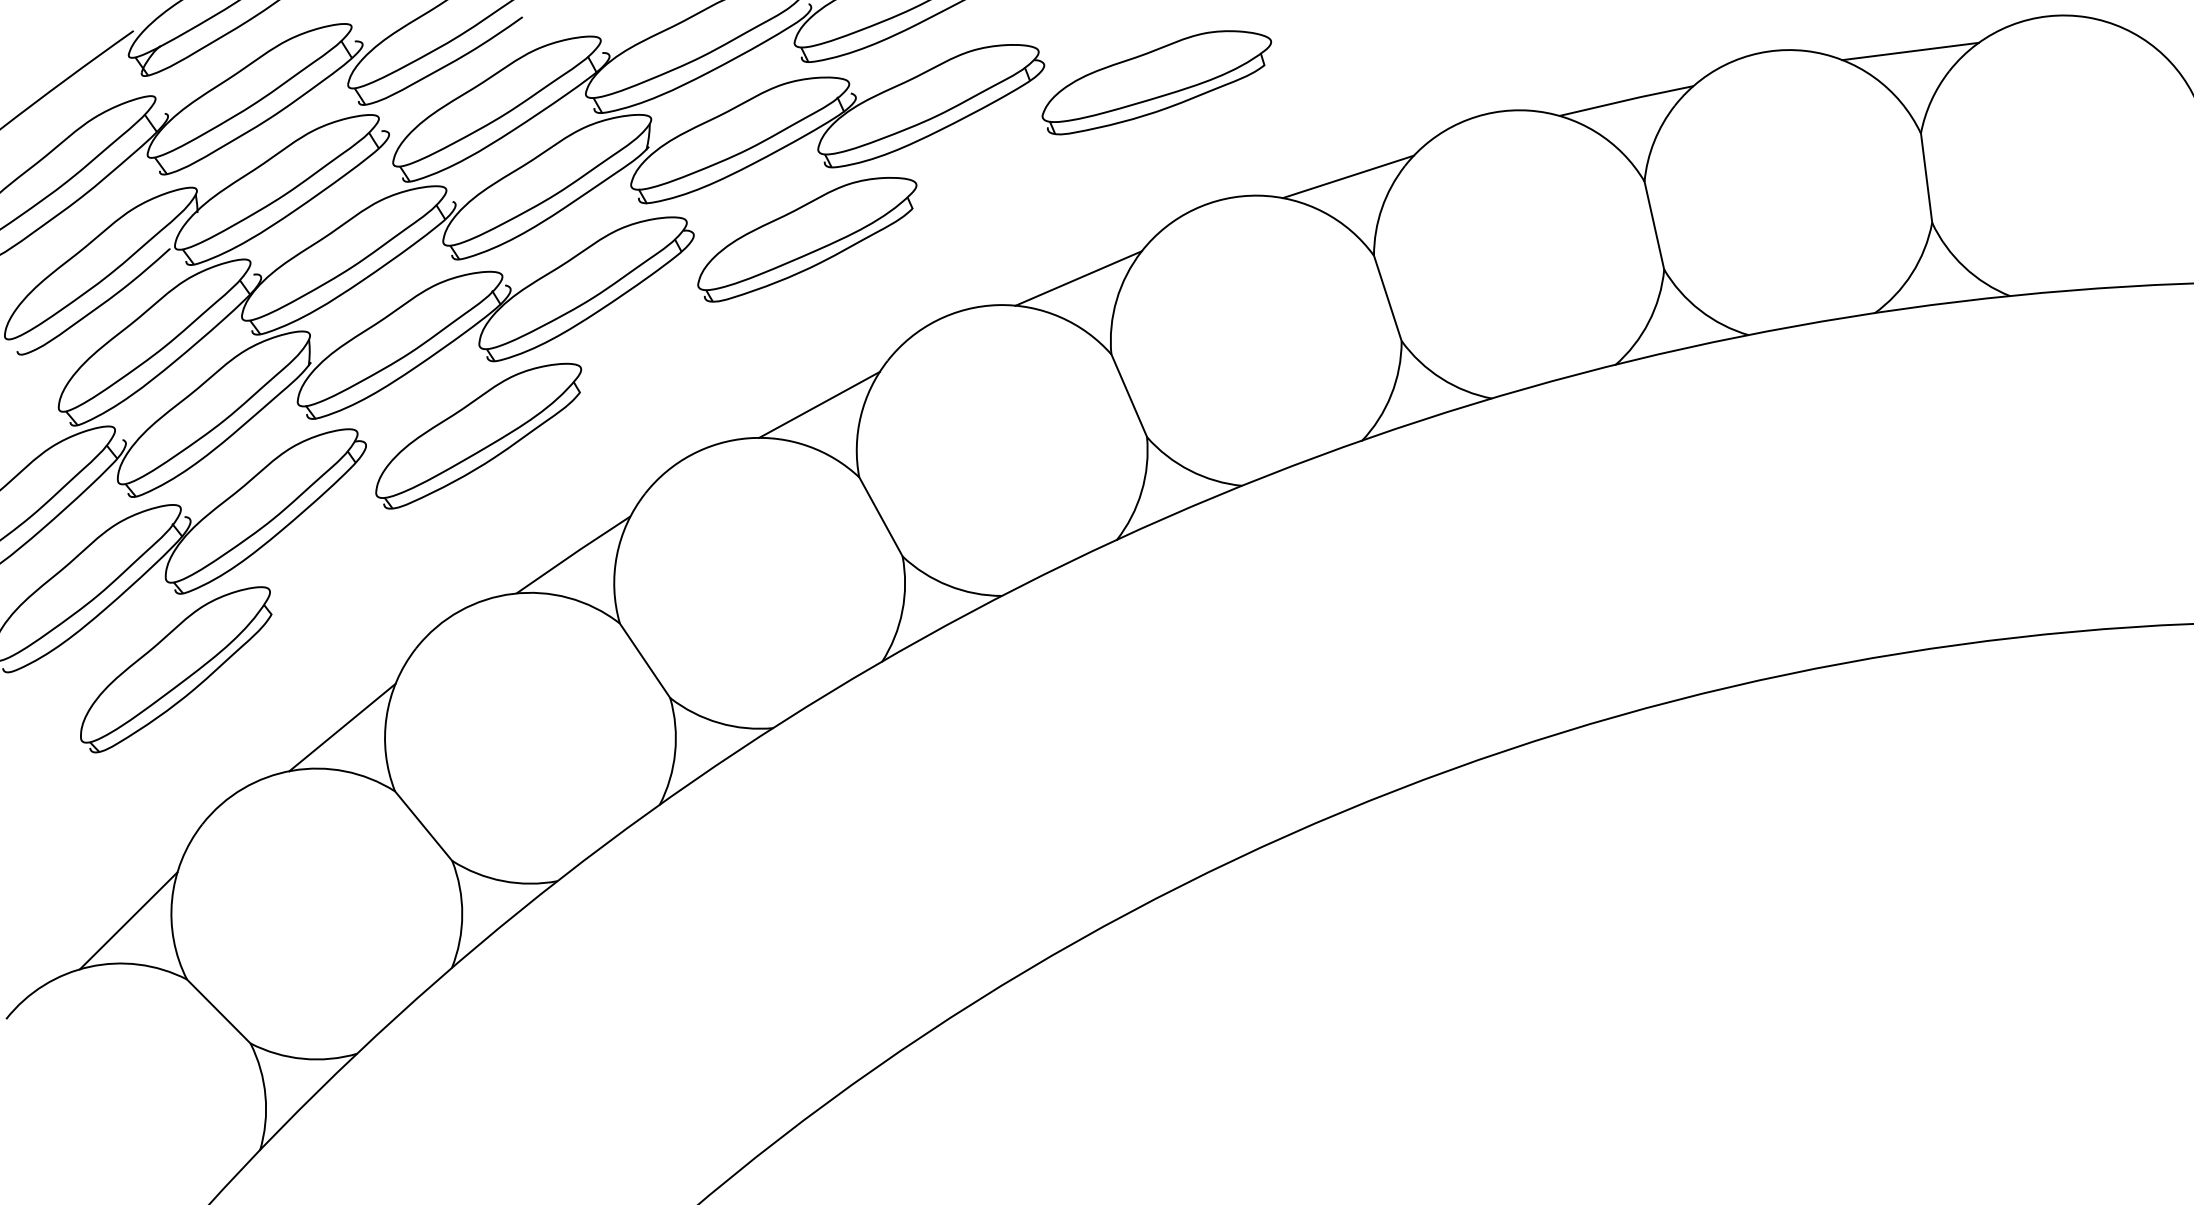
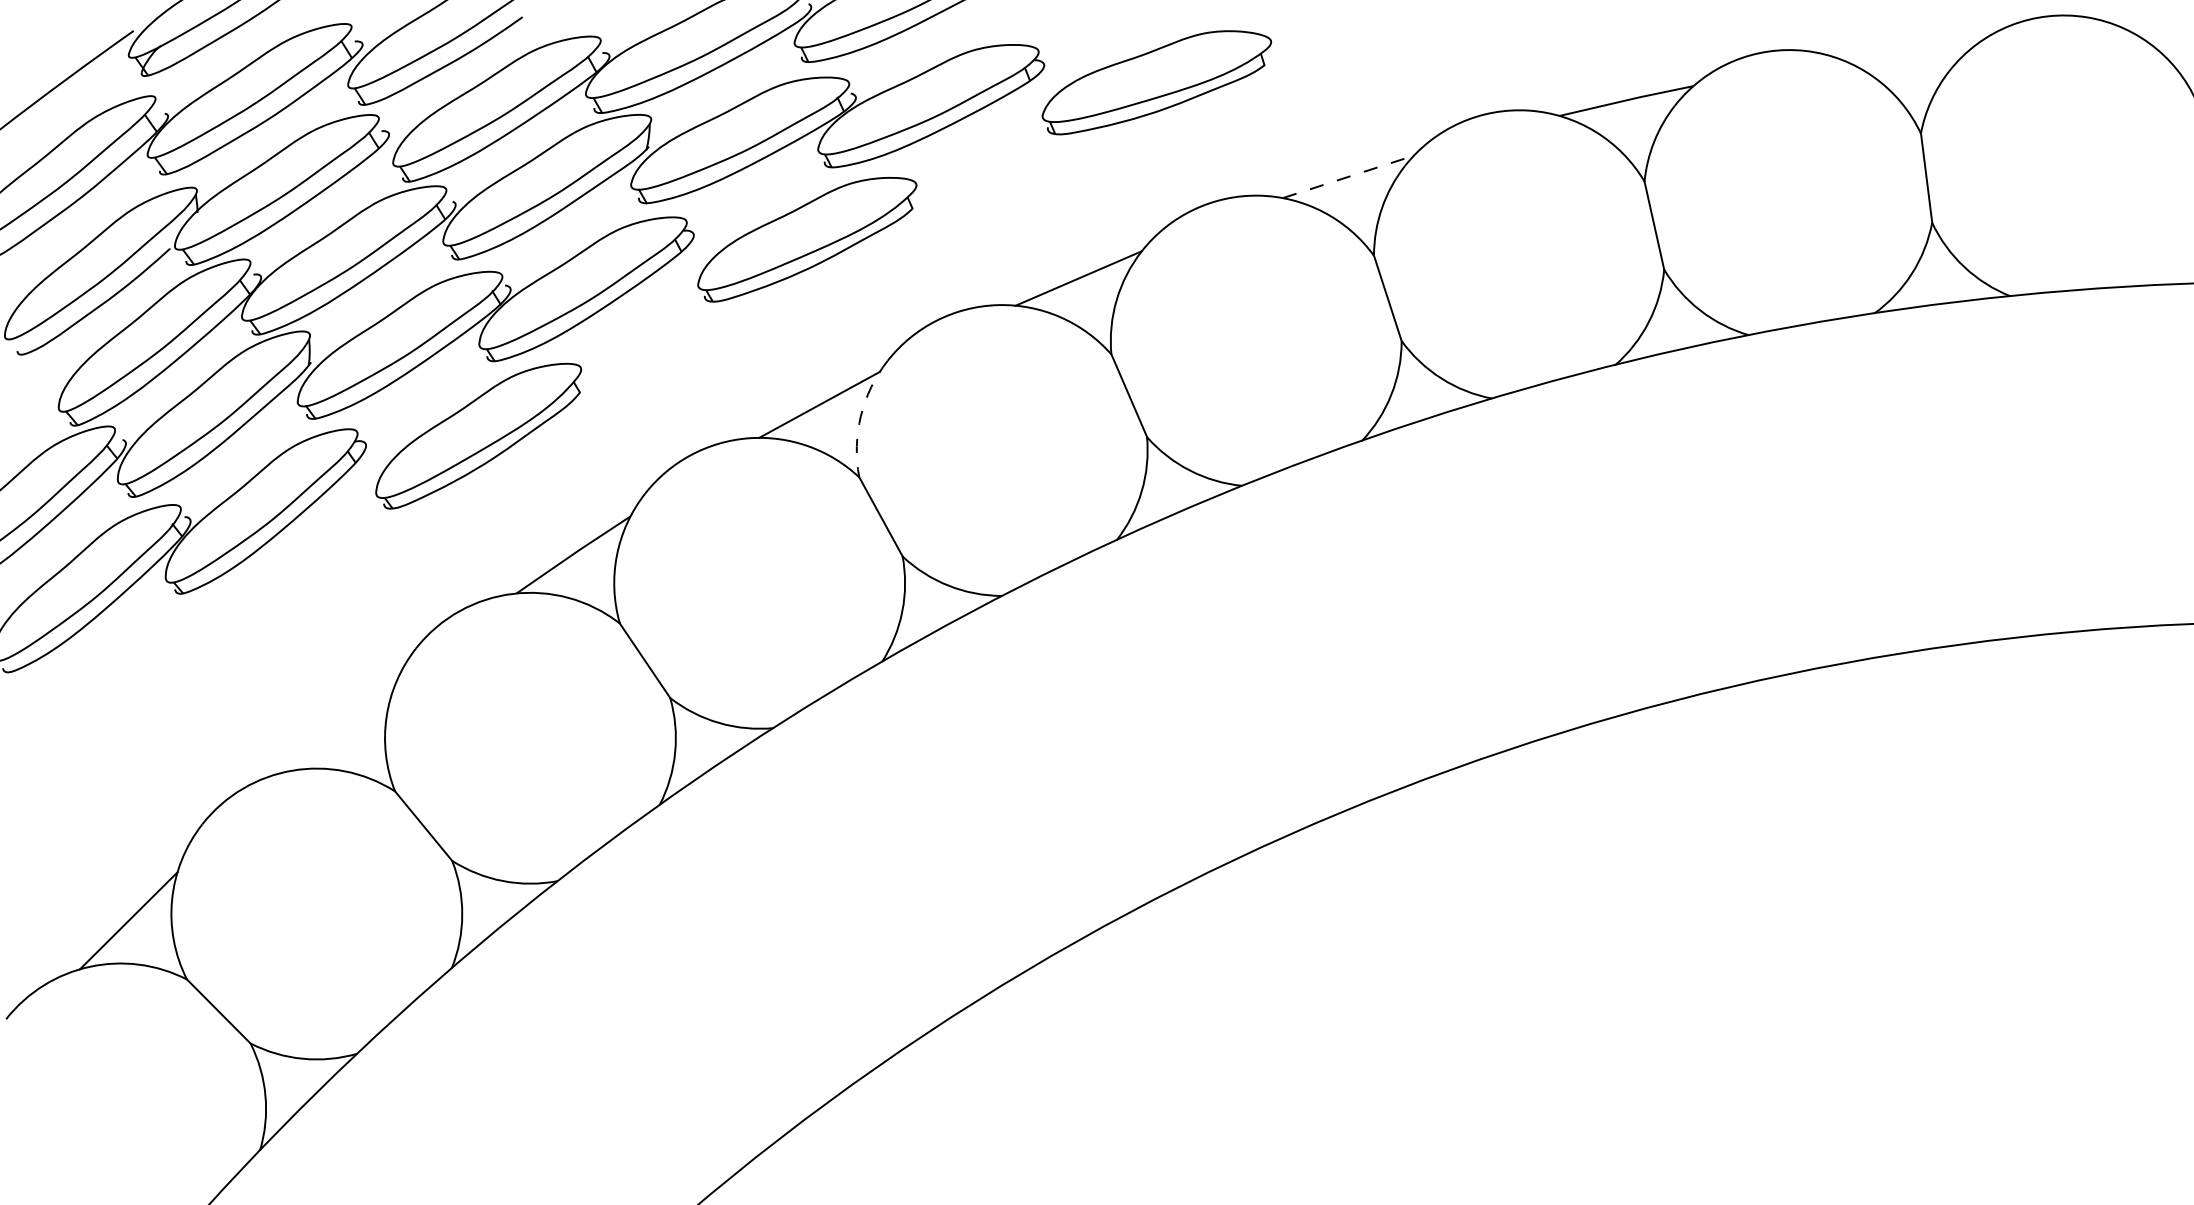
line at (1910, 51): present -> none
line at (1348, 176): solid -> dashed
arc at (860, 416): solid -> dashed
part at (176, 669): present -> none
line at (342, 727): present -> none
